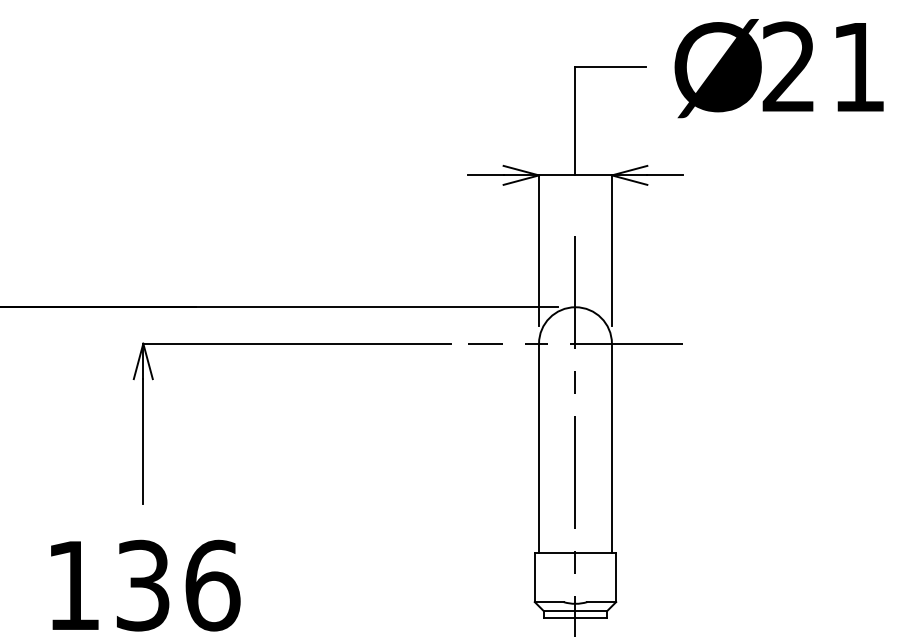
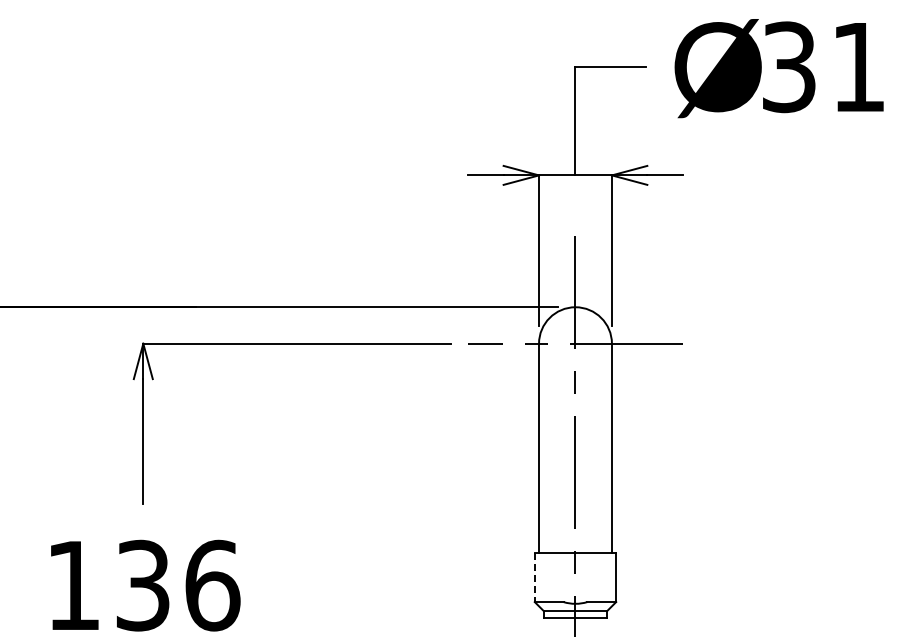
text at (788, 67): 21 -> 31
line at (534, 577): solid -> dashed
